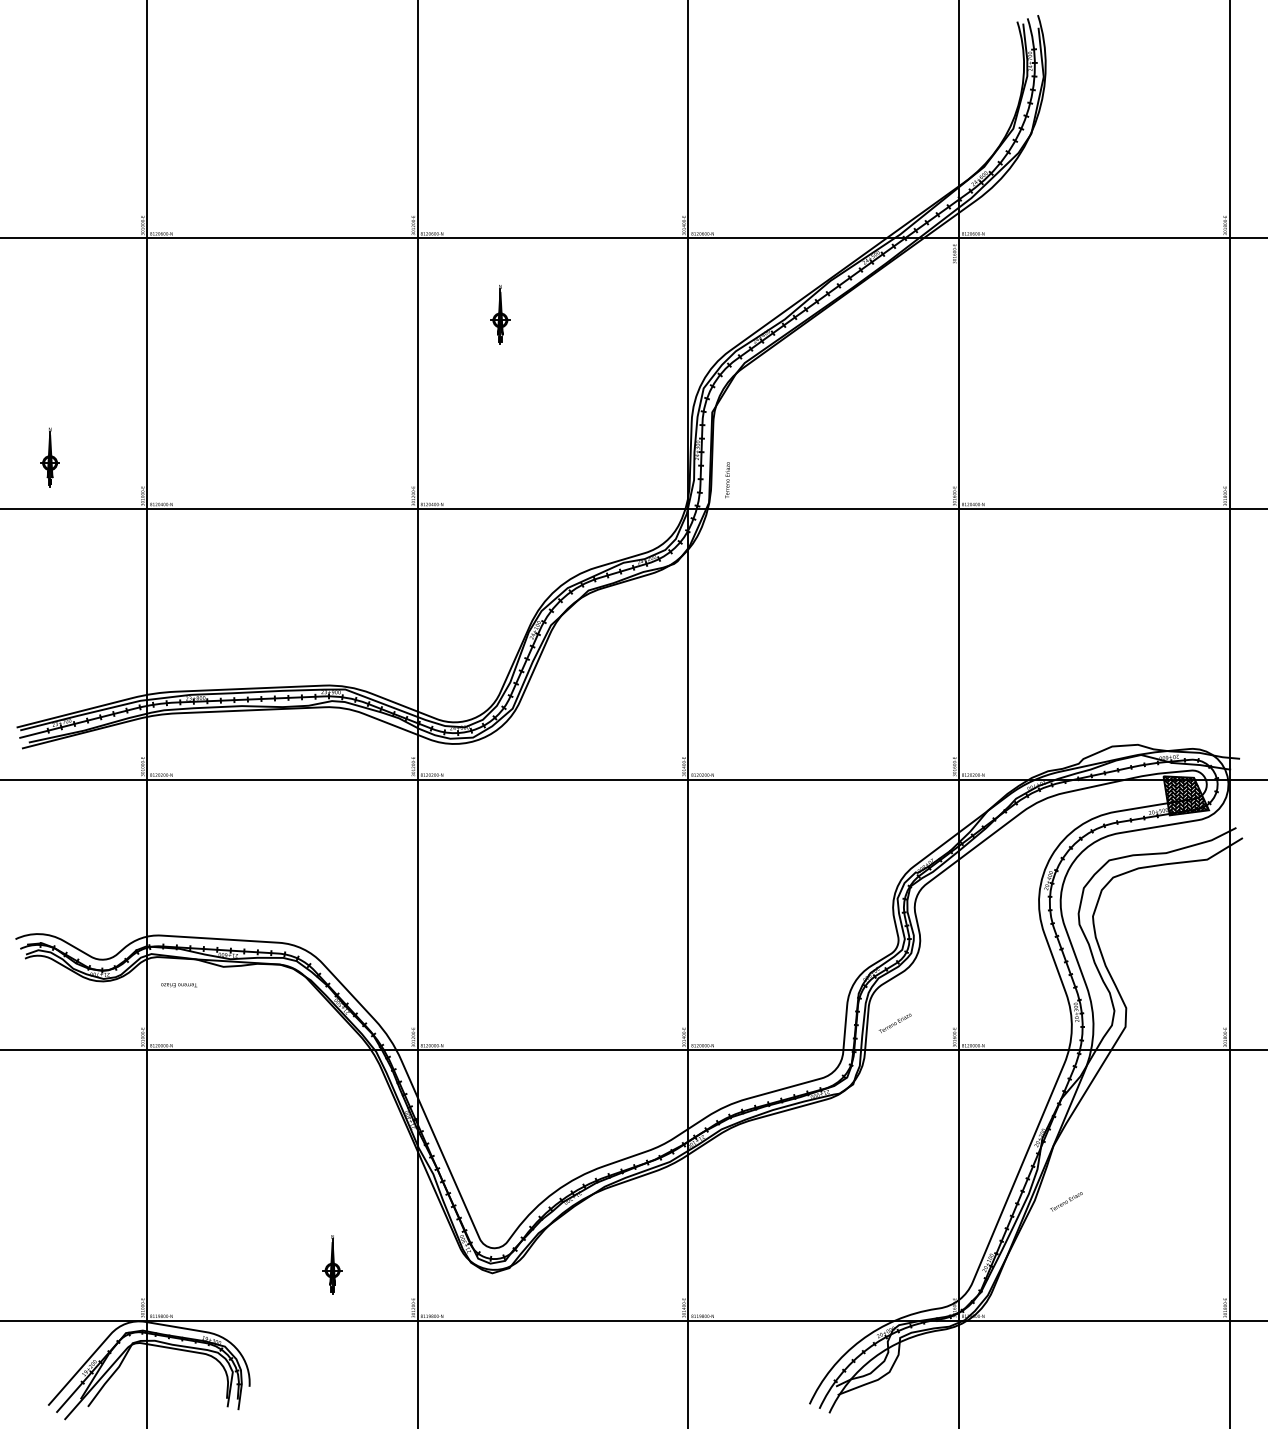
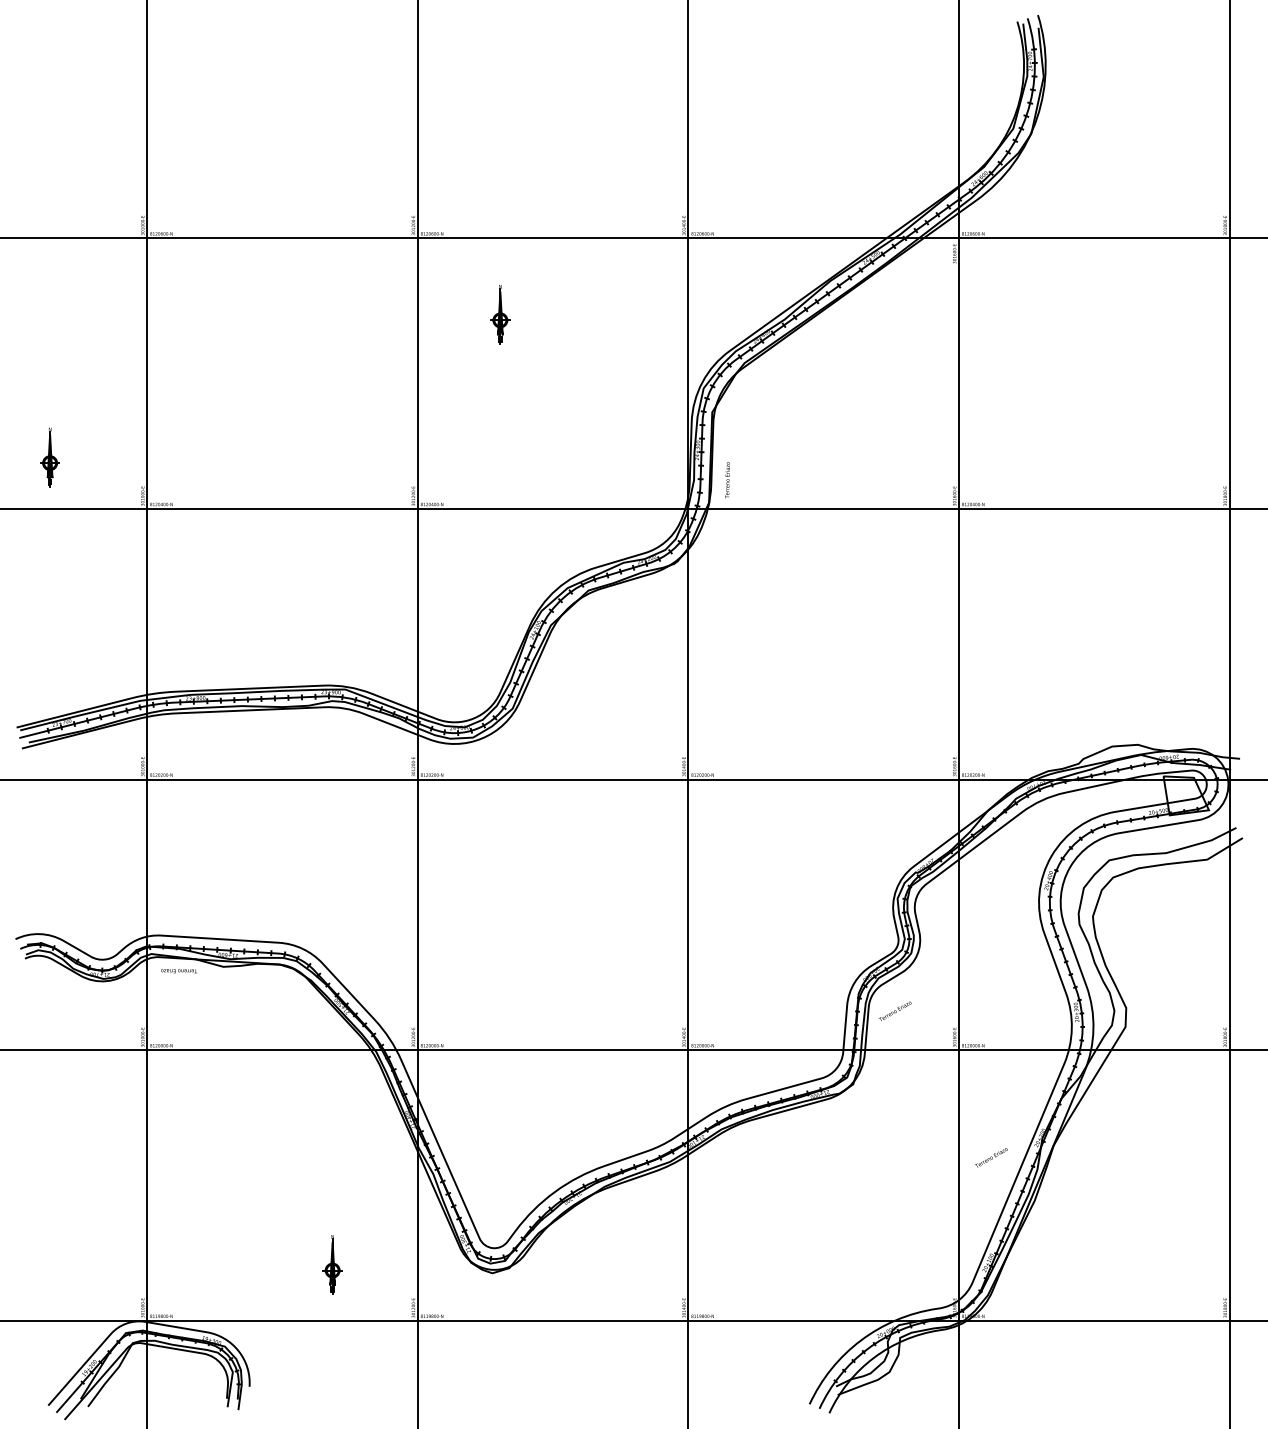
hatch at (1185, 795): present -> none
text at (178, 985) position: (178, 985) -> (178, 971)
text at (894, 1023) position: (894, 1023) -> (894, 1011)
text at (1066, 1201) position: (1066, 1201) -> (991, 1157)
